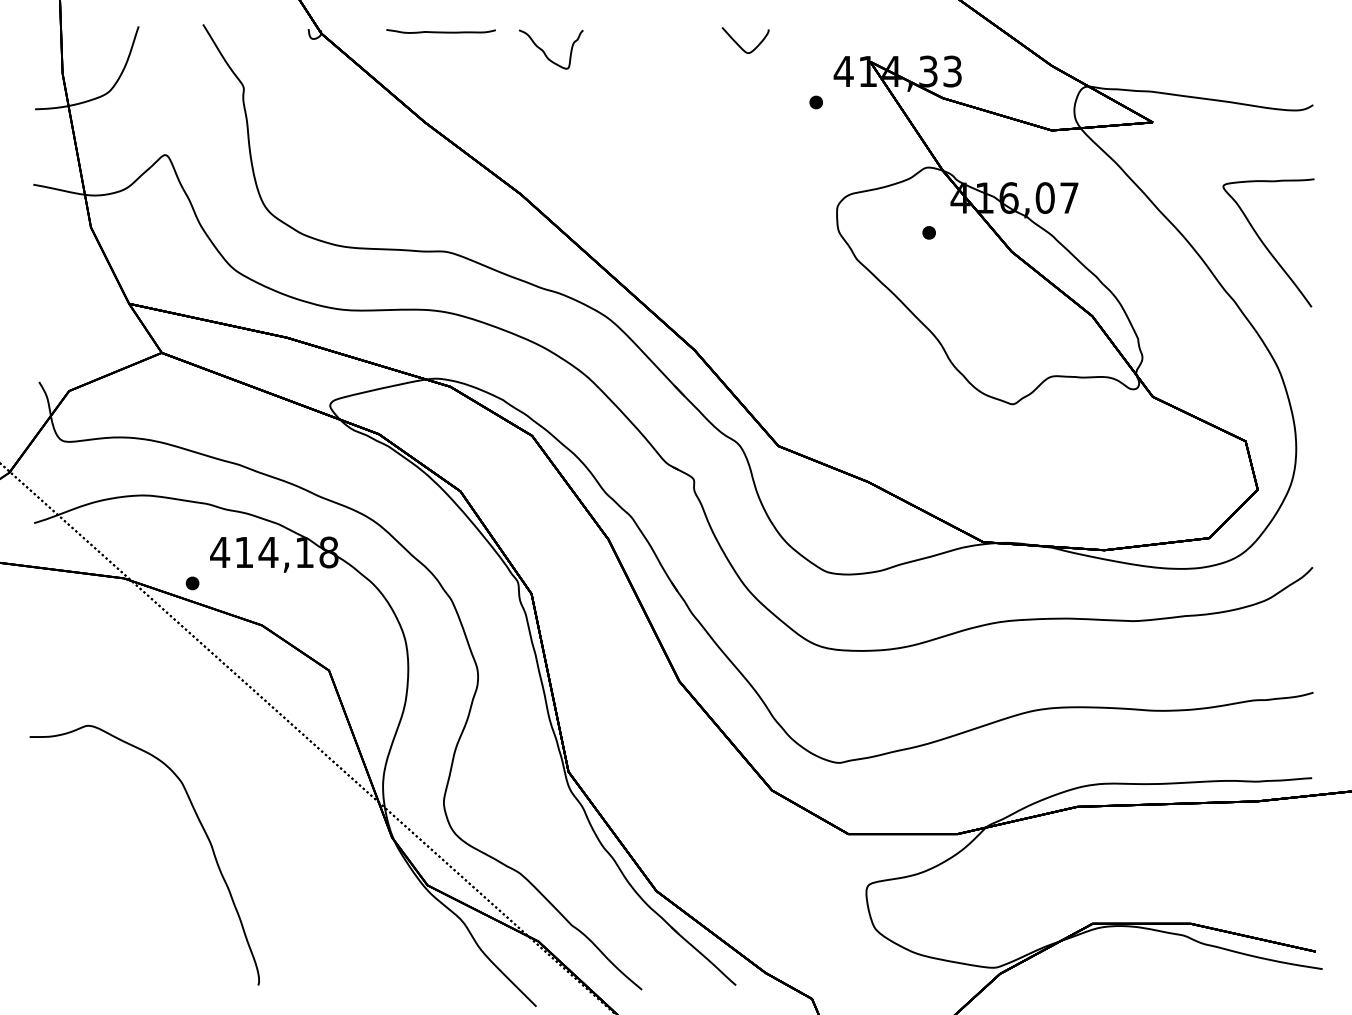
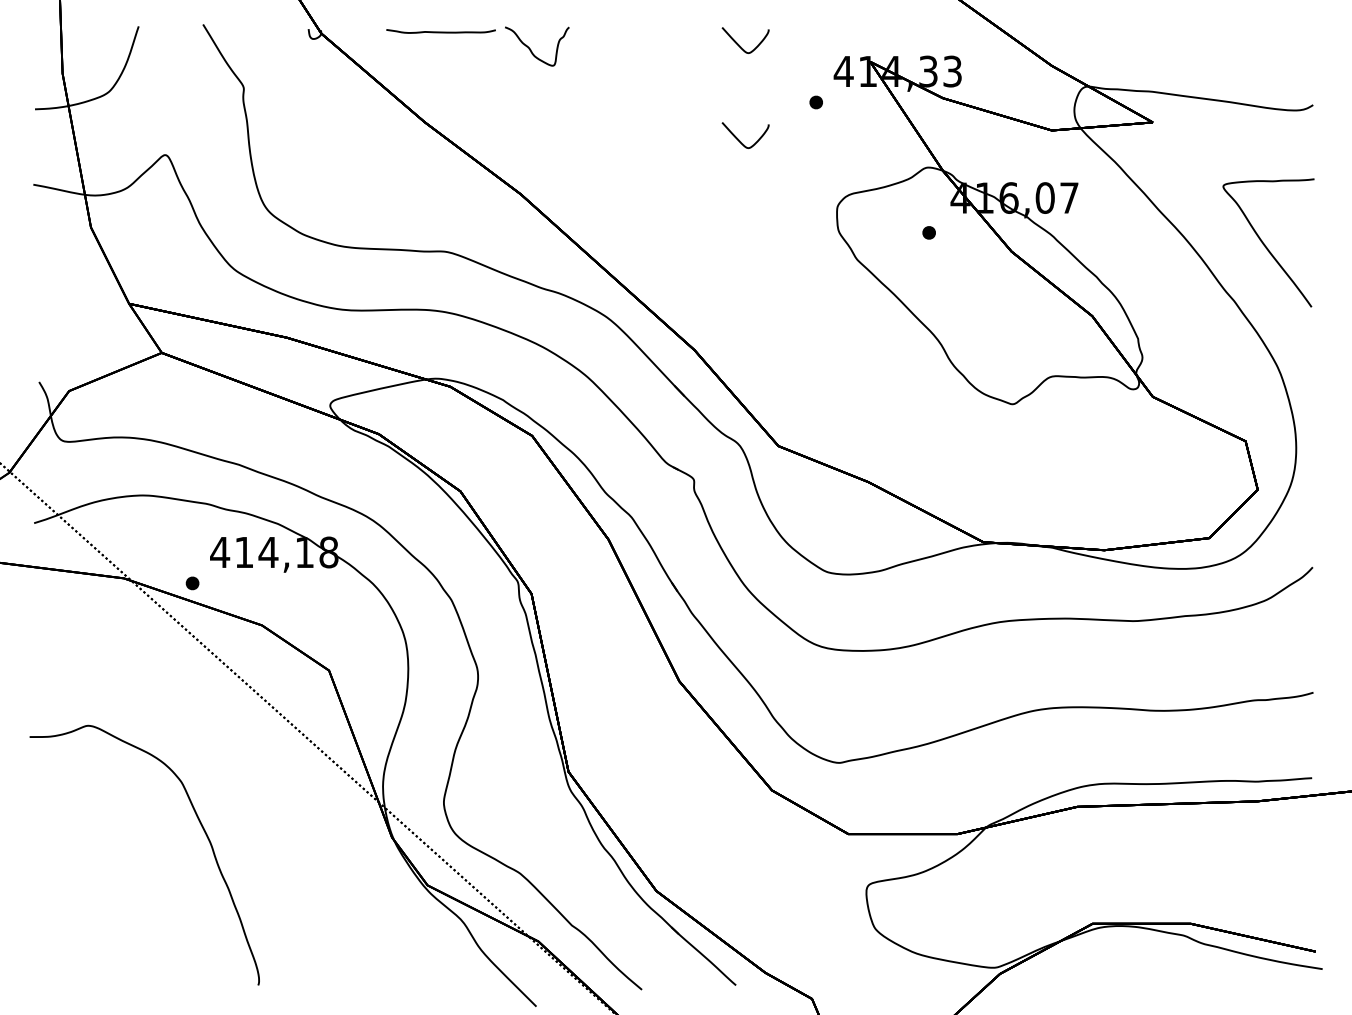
curve at (545, 52) position: (545, 52) -> (531, 49)
curve at (740, 140): none -> present
